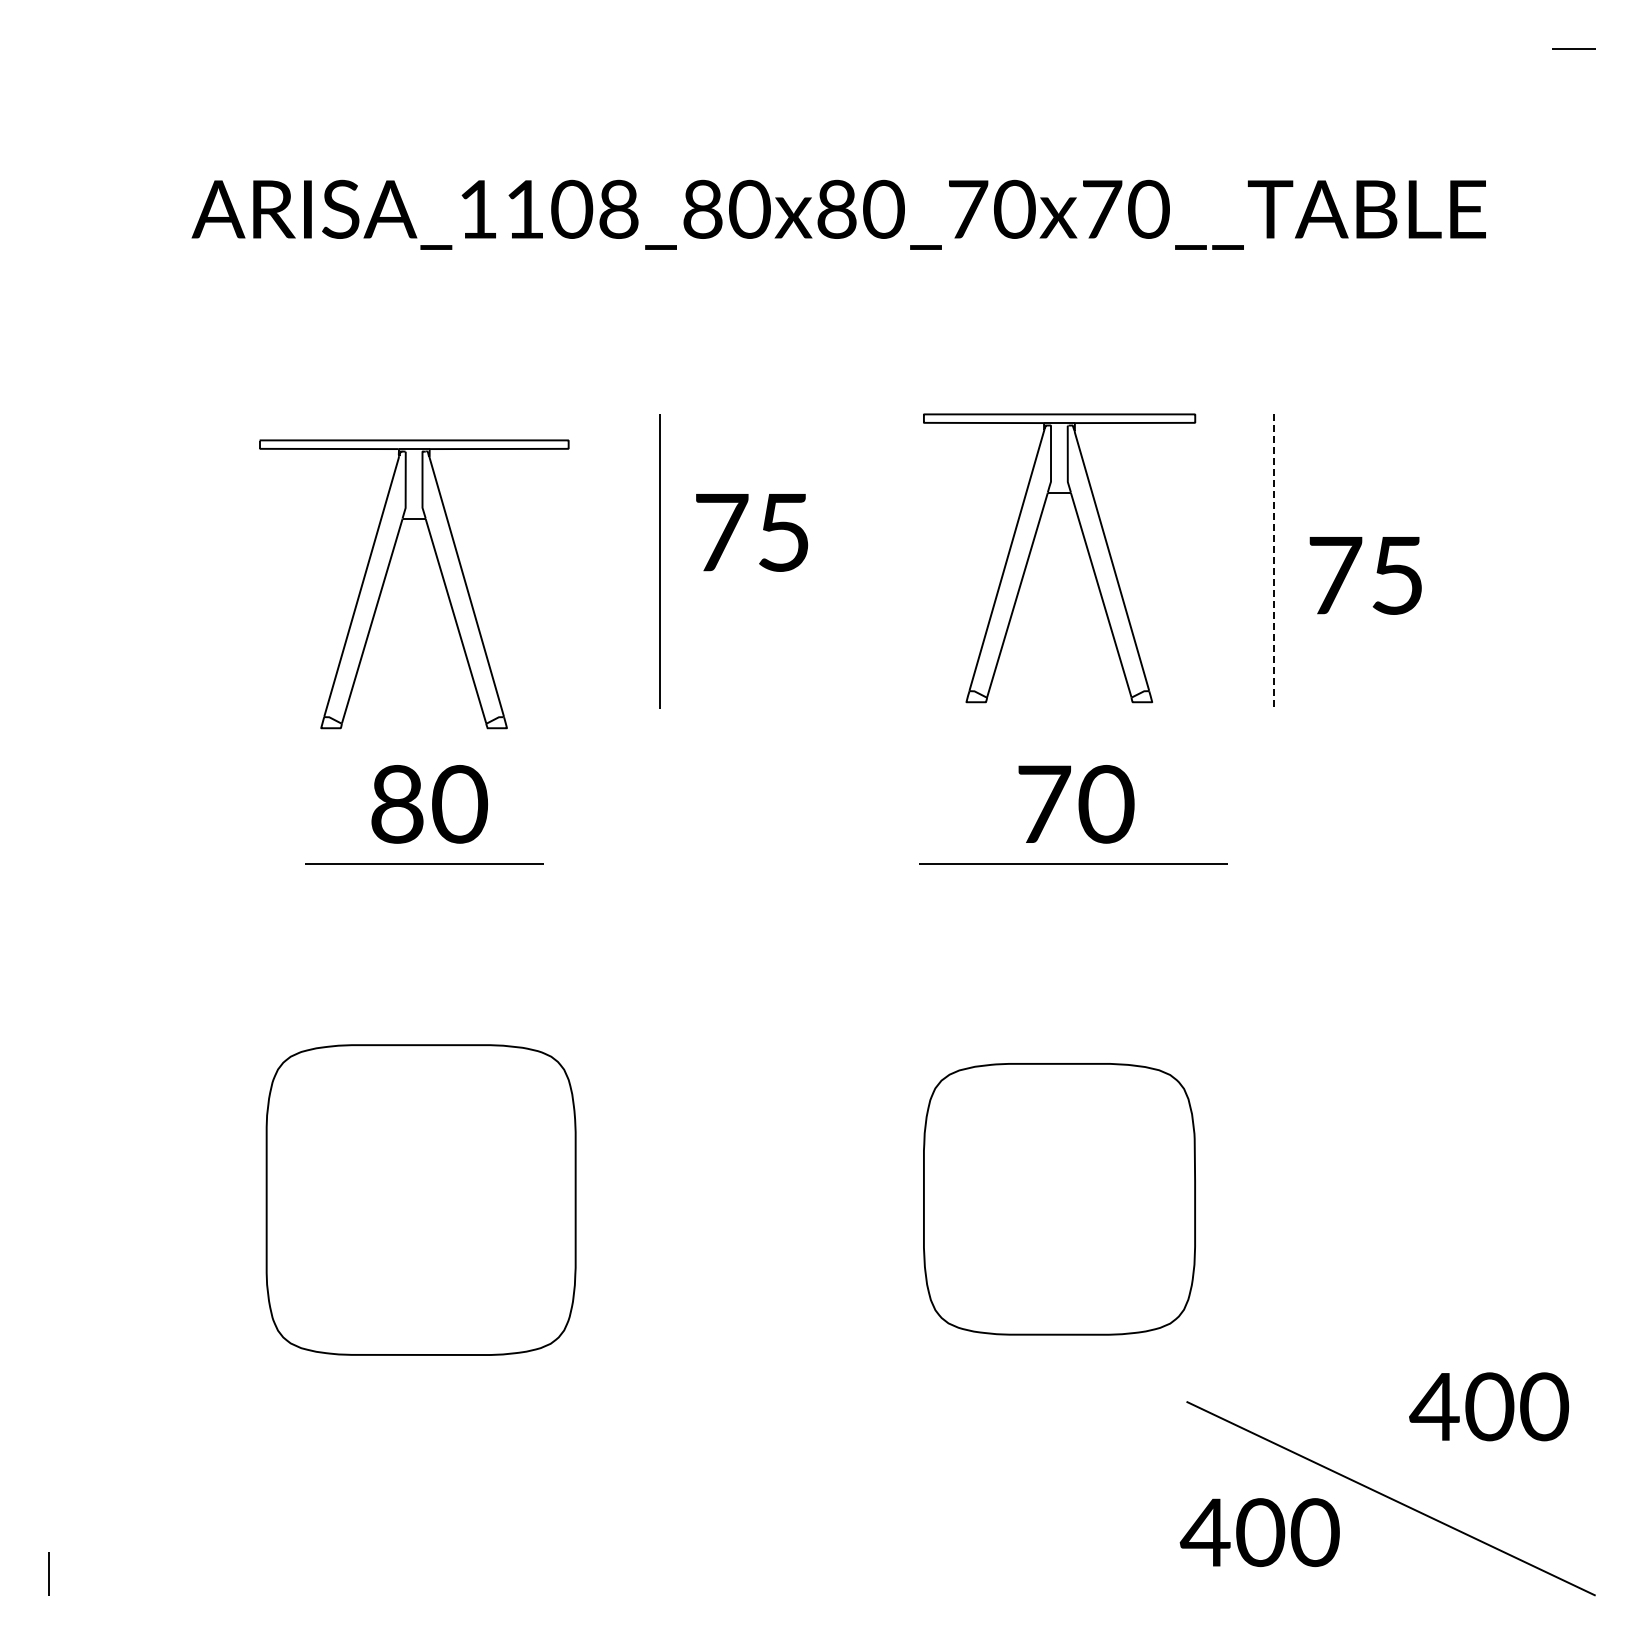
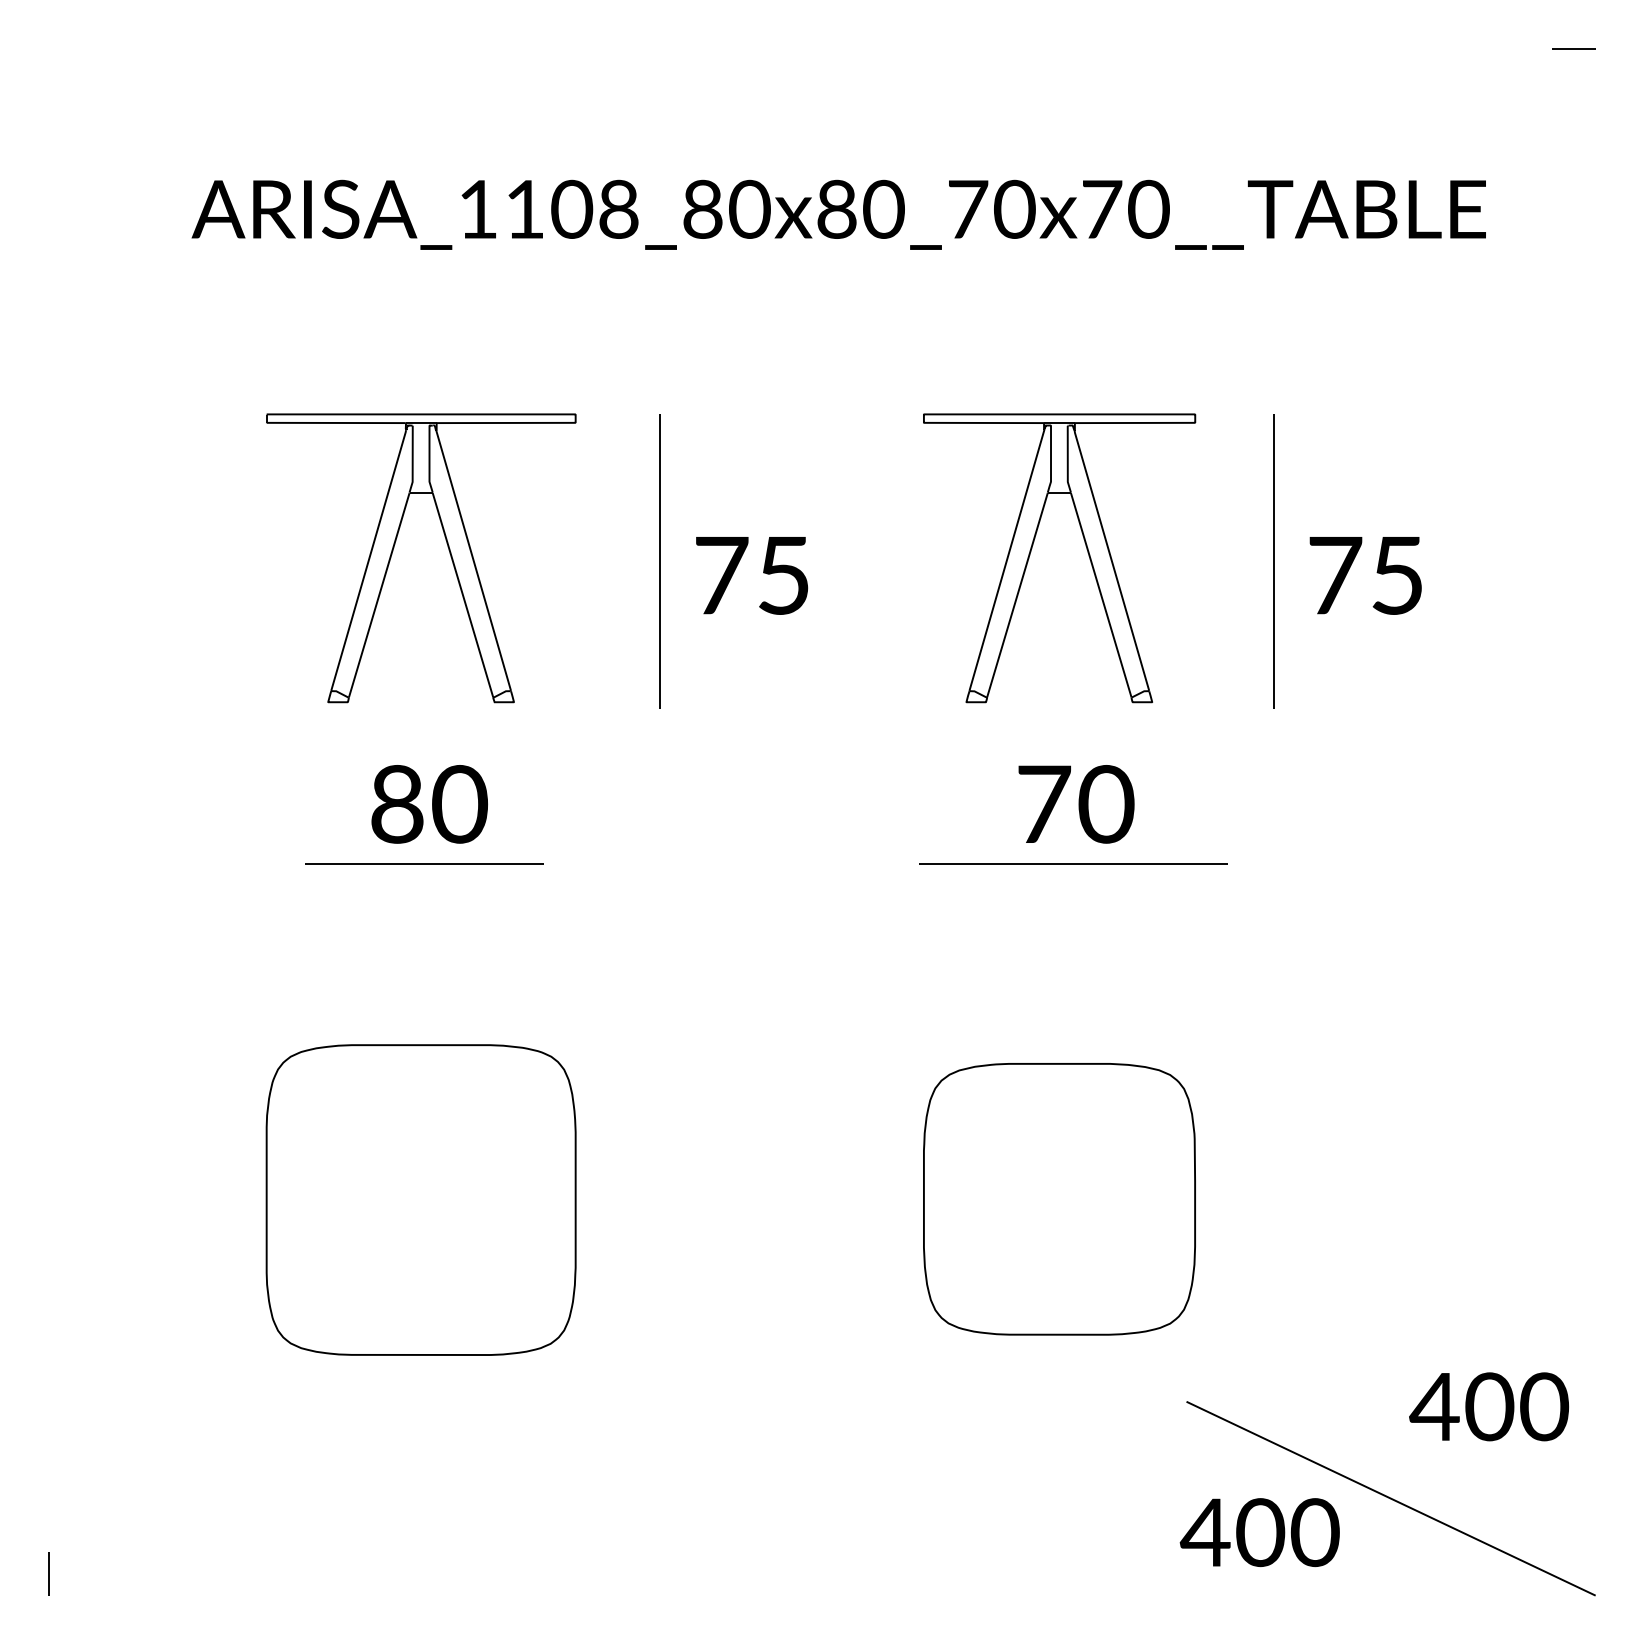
text at (752, 532) position: (752, 532) -> (752, 575)
line at (1274, 562): dashed -> solid
part at (441, 576) position: (441, 576) -> (448, 550)
